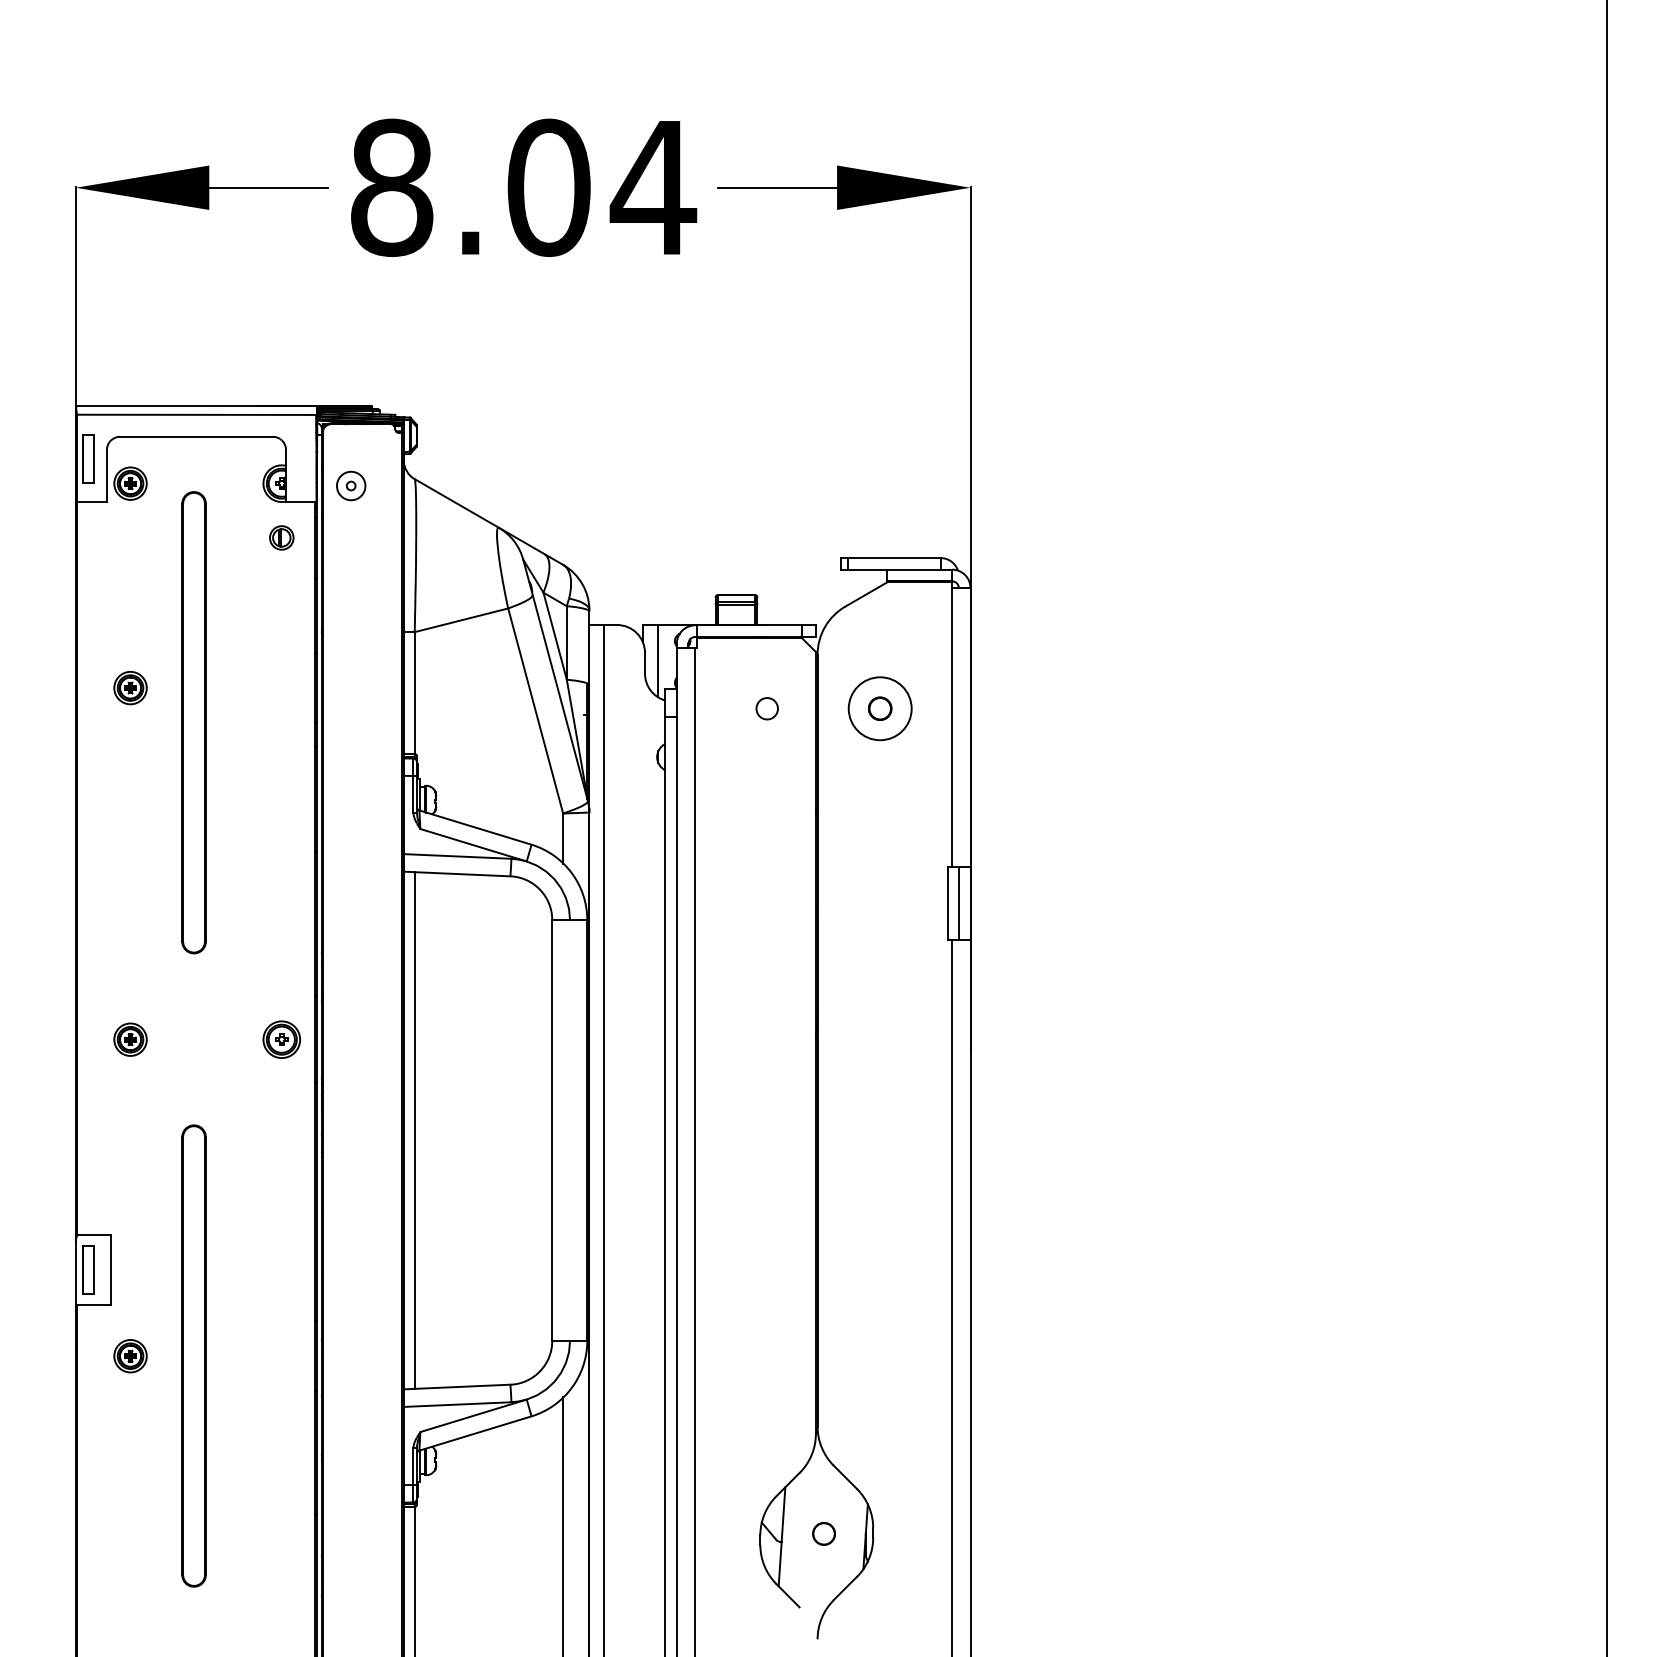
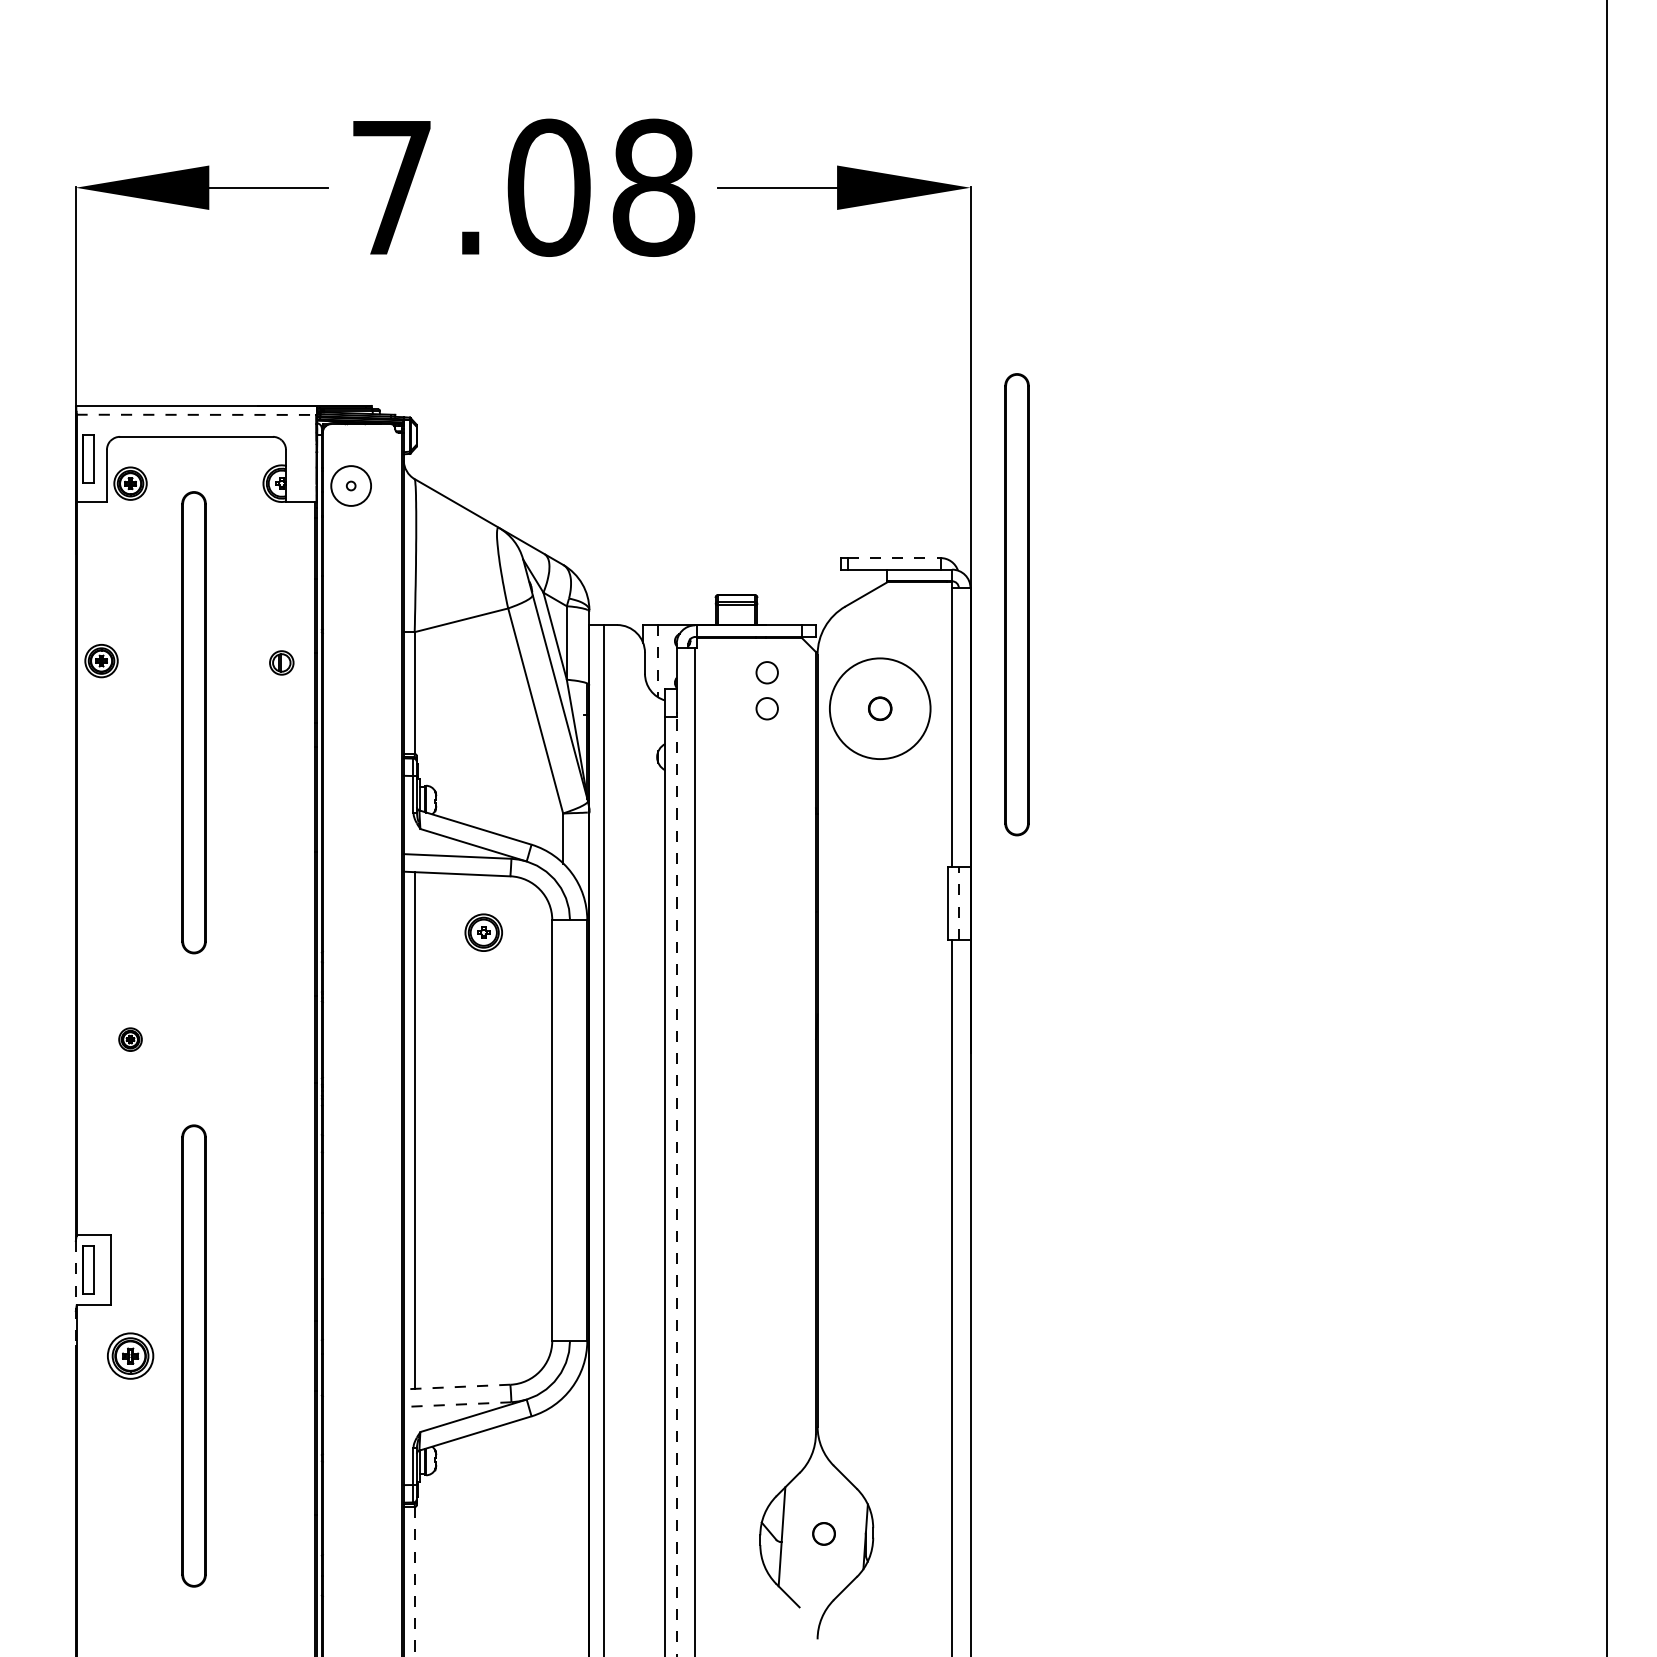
text at (524, 187): 8.04 -> 7.08
line at (196, 414): solid -> dashed
circle at (350, 485) diameter: 28 px -> 40 px
part at (281, 537) position: (281, 537) -> (281, 662)
line at (894, 558): solid -> dashed
part at (1016, 604): none -> present
line at (658, 661): solid -> dashed
circle at (766, 672): none -> present
part at (130, 688) position: (130, 688) -> (101, 661)
circle at (879, 708) diameter: 63 px -> 101 px
line at (958, 902): solid -> dashed
part at (130, 1039) size: 35x35 px -> 25x25 px
part at (281, 1039) position: (281, 1039) -> (483, 932)
line at (676, 1187): solid -> dashed
line at (75, 1293): solid -> dashed
part at (130, 1356) size: 35x35 px -> 48x48 px
line at (456, 1387): solid -> dashed
line at (457, 1404): solid -> dashed
line at (563, 1525): present -> none
line at (414, 1581): solid -> dashed
